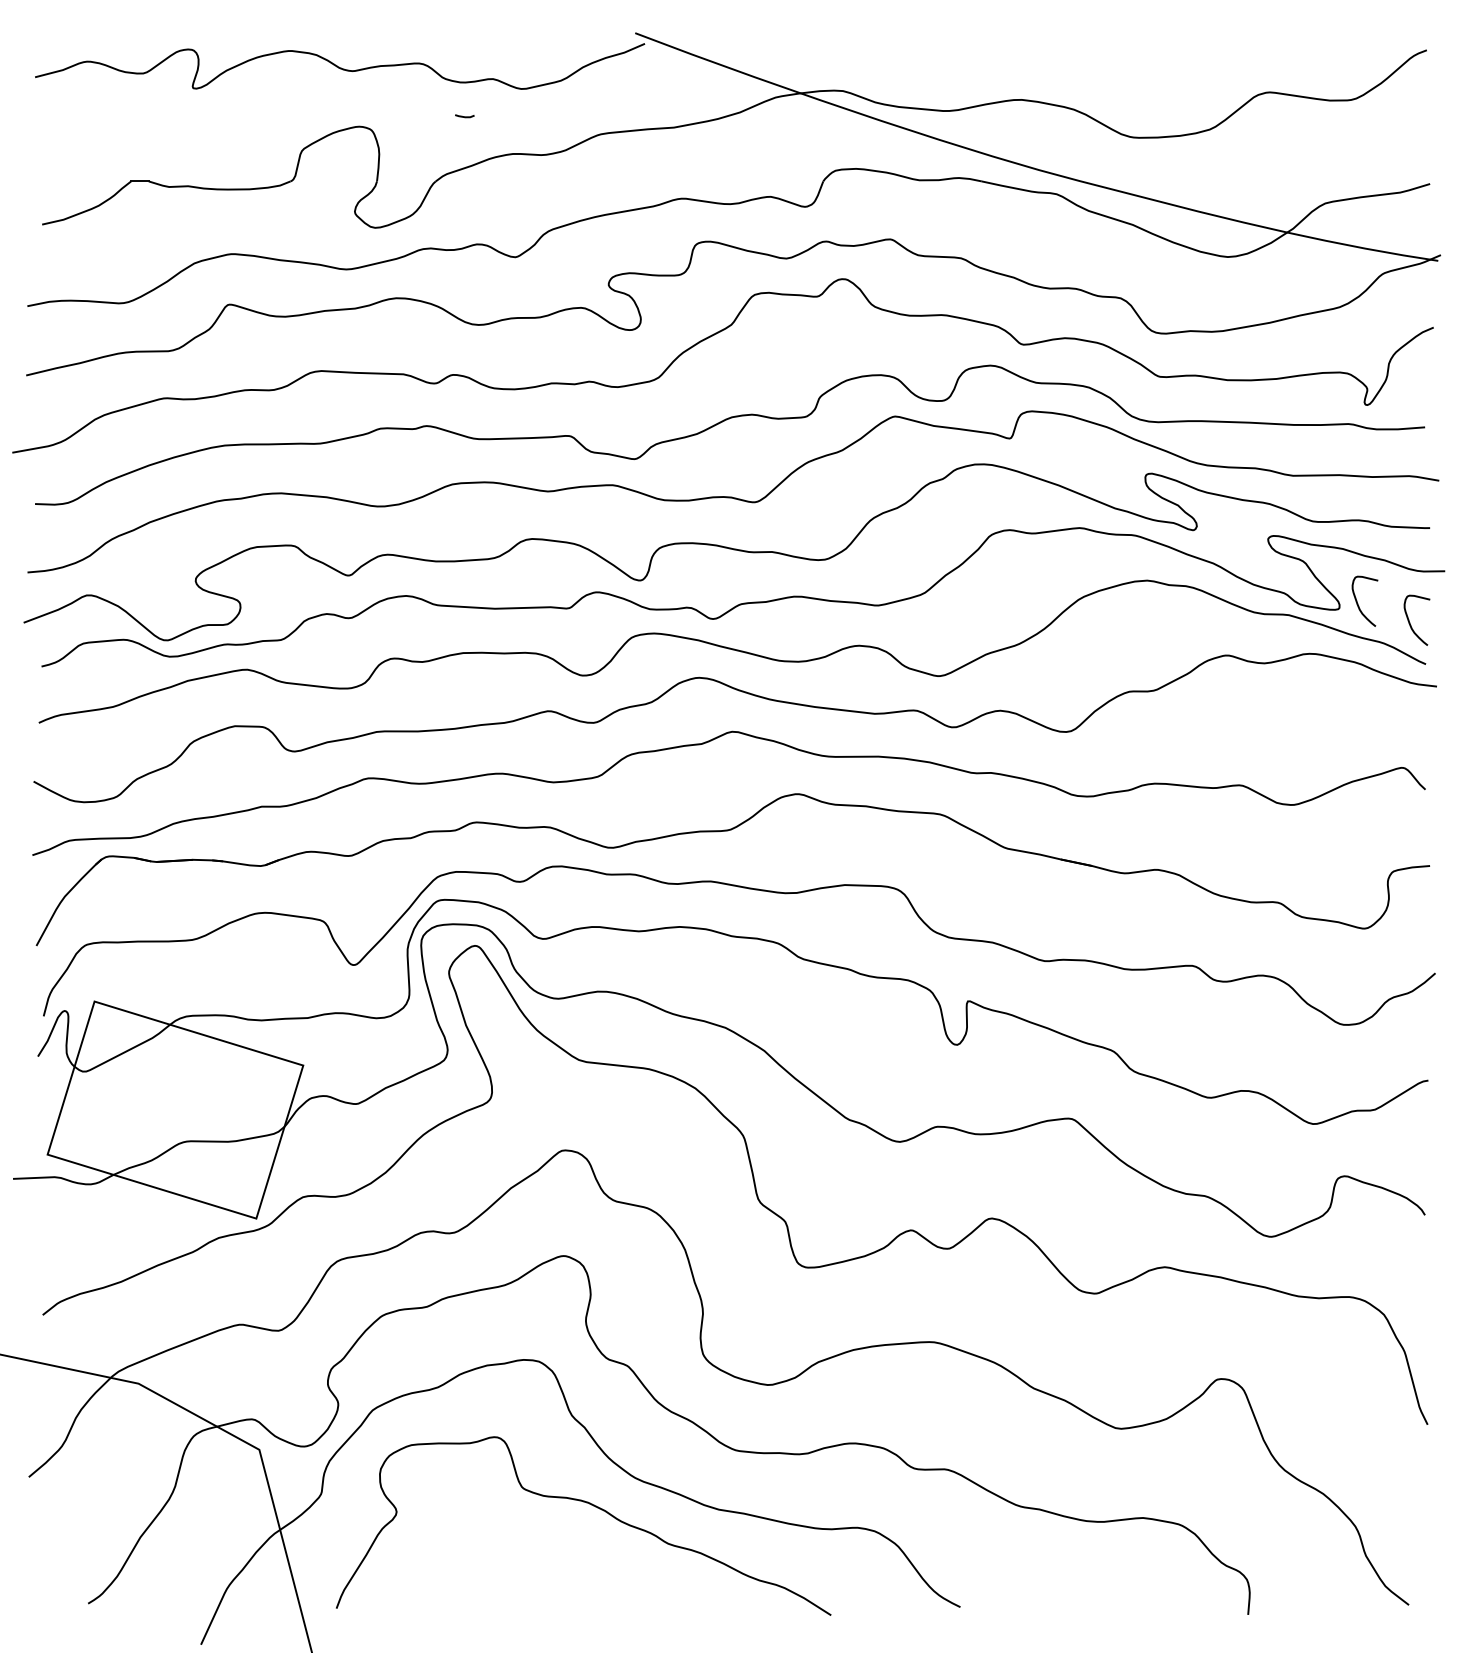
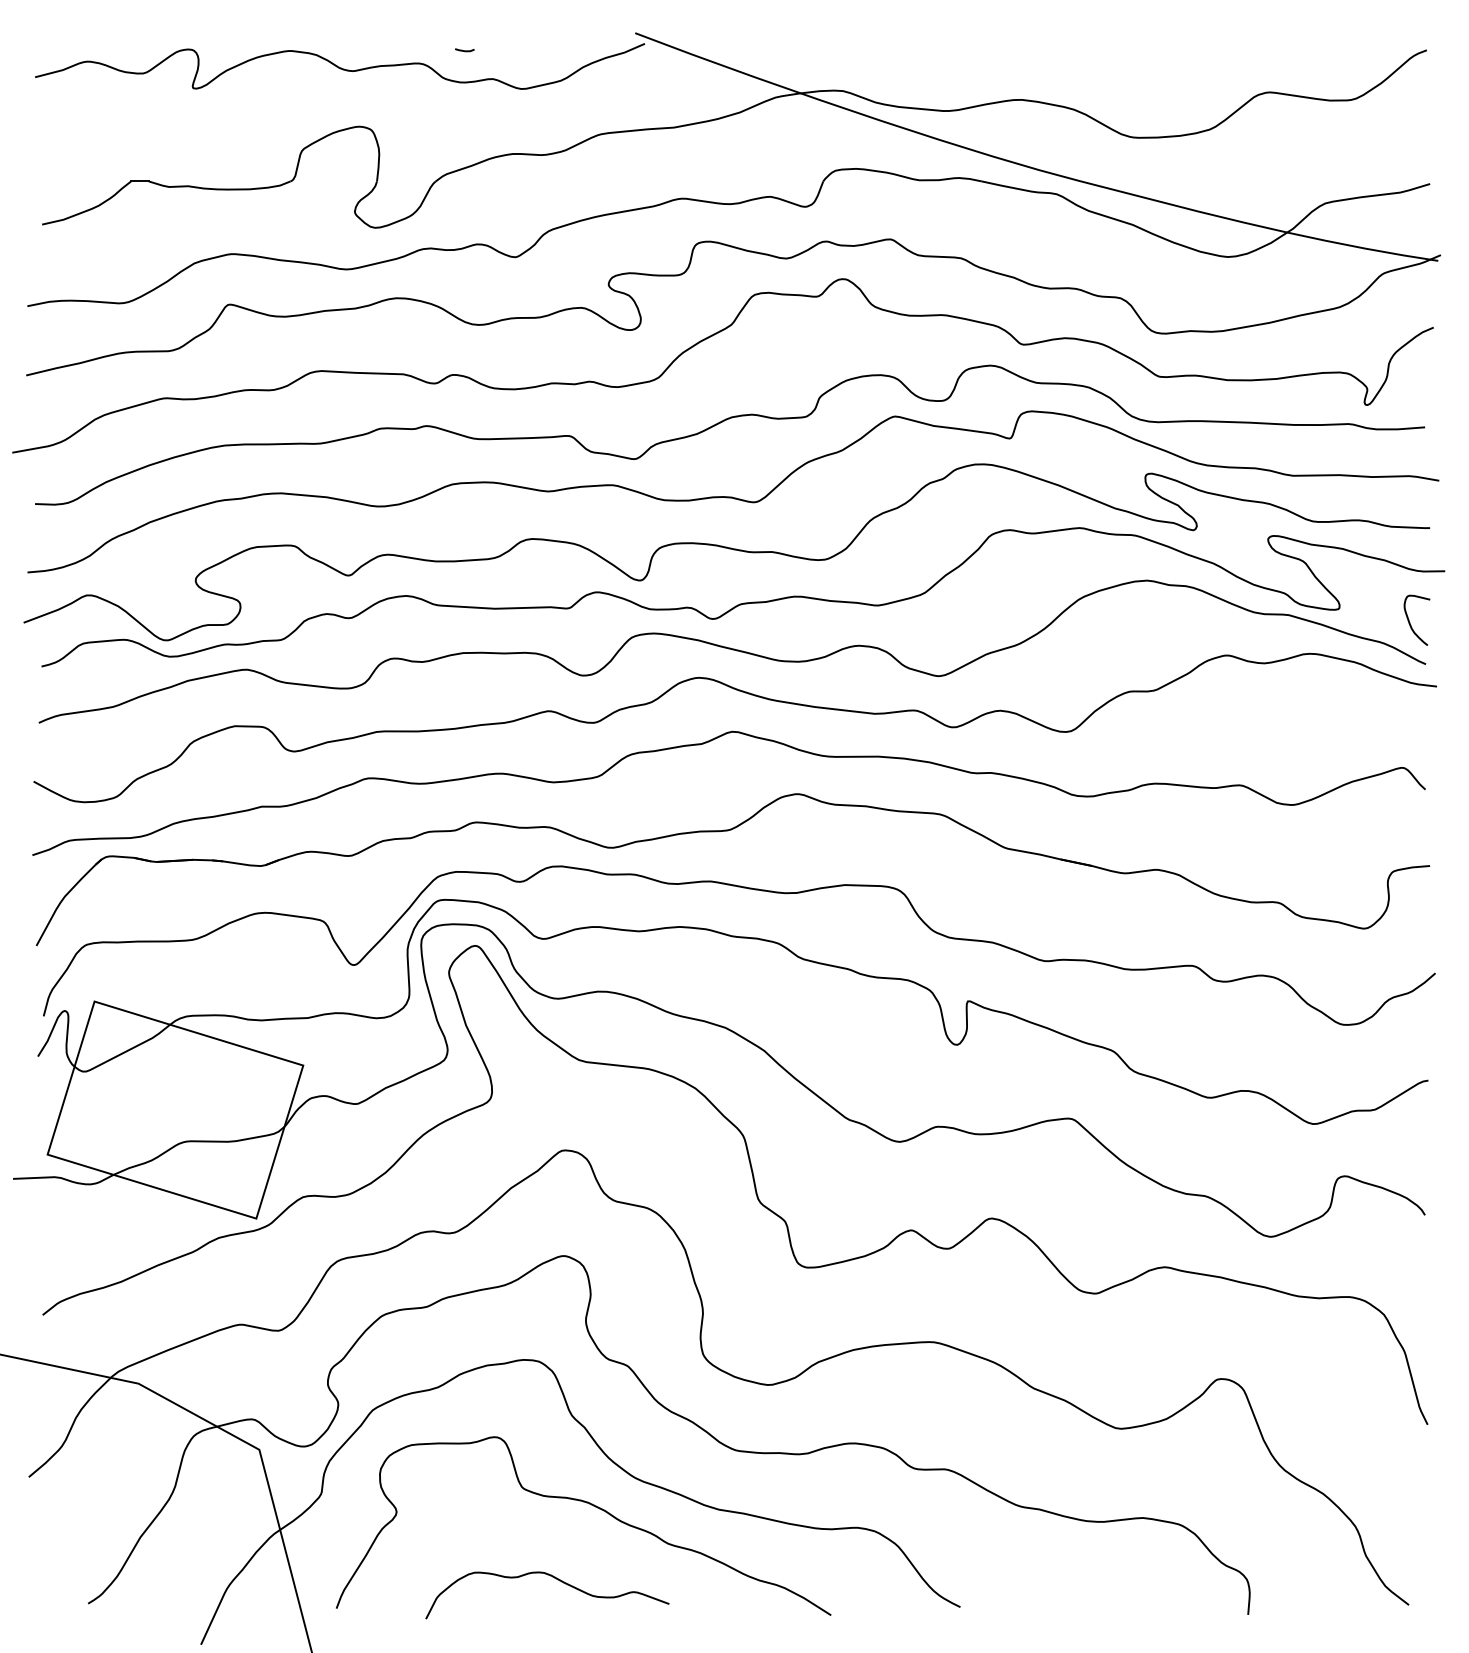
line at (464, 116) position: (464, 116) -> (464, 50)
curve at (1358, 603): present -> none
curve at (556, 1579): none -> present
